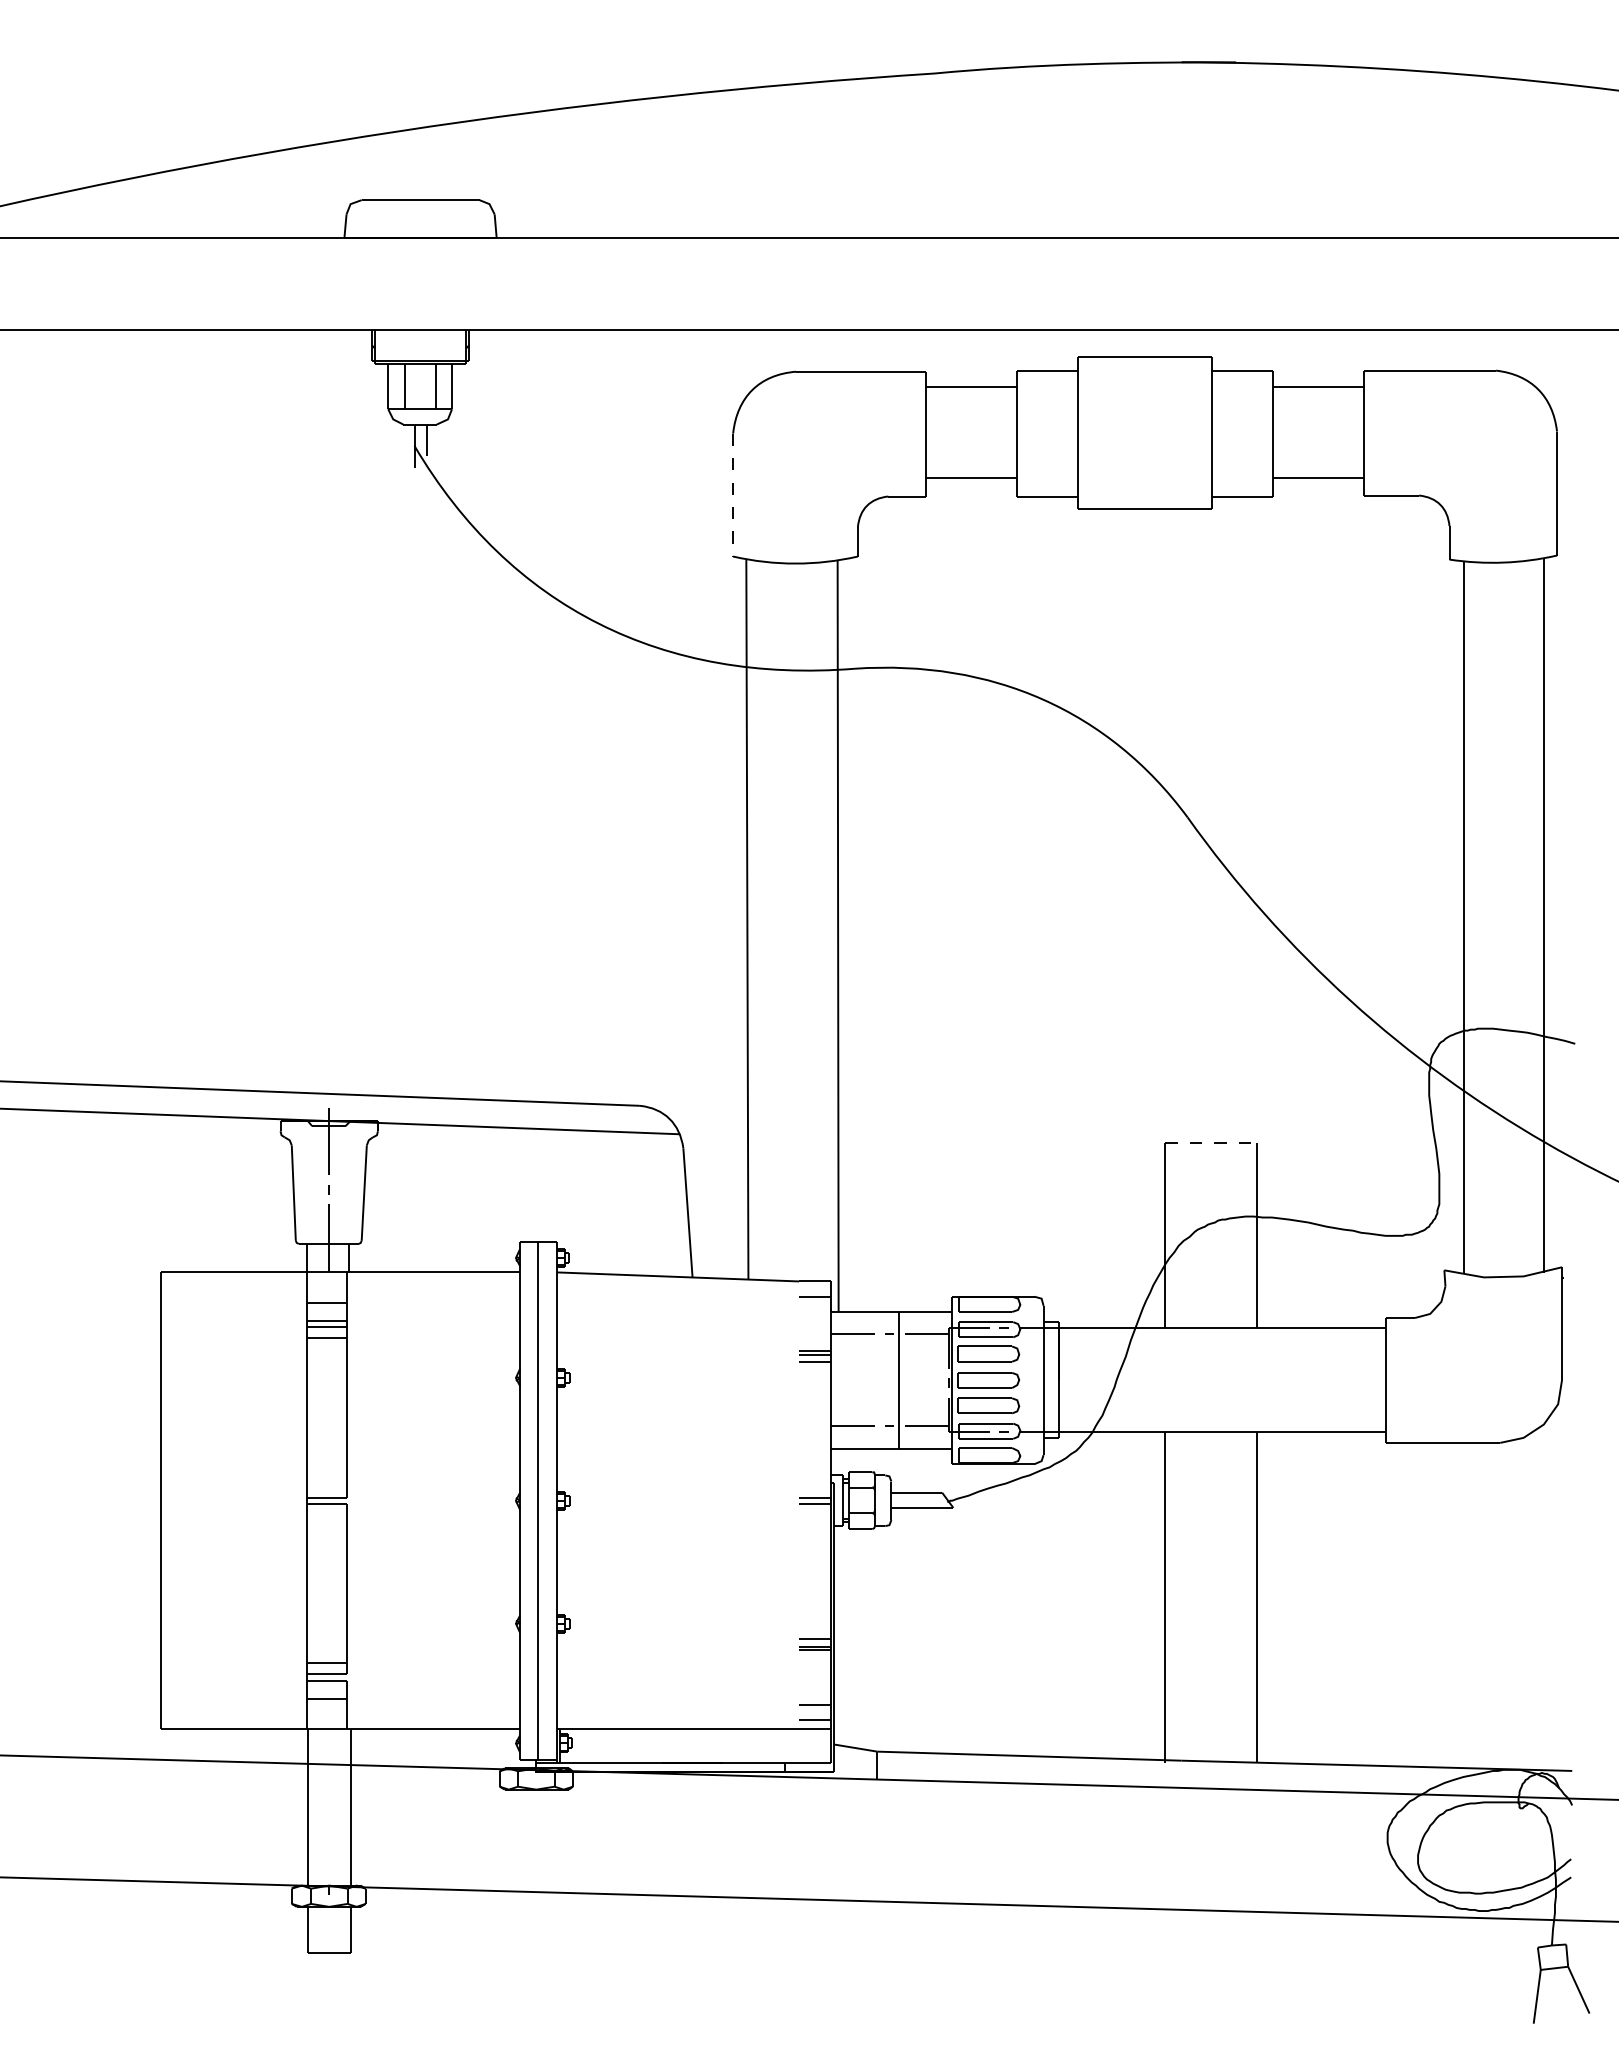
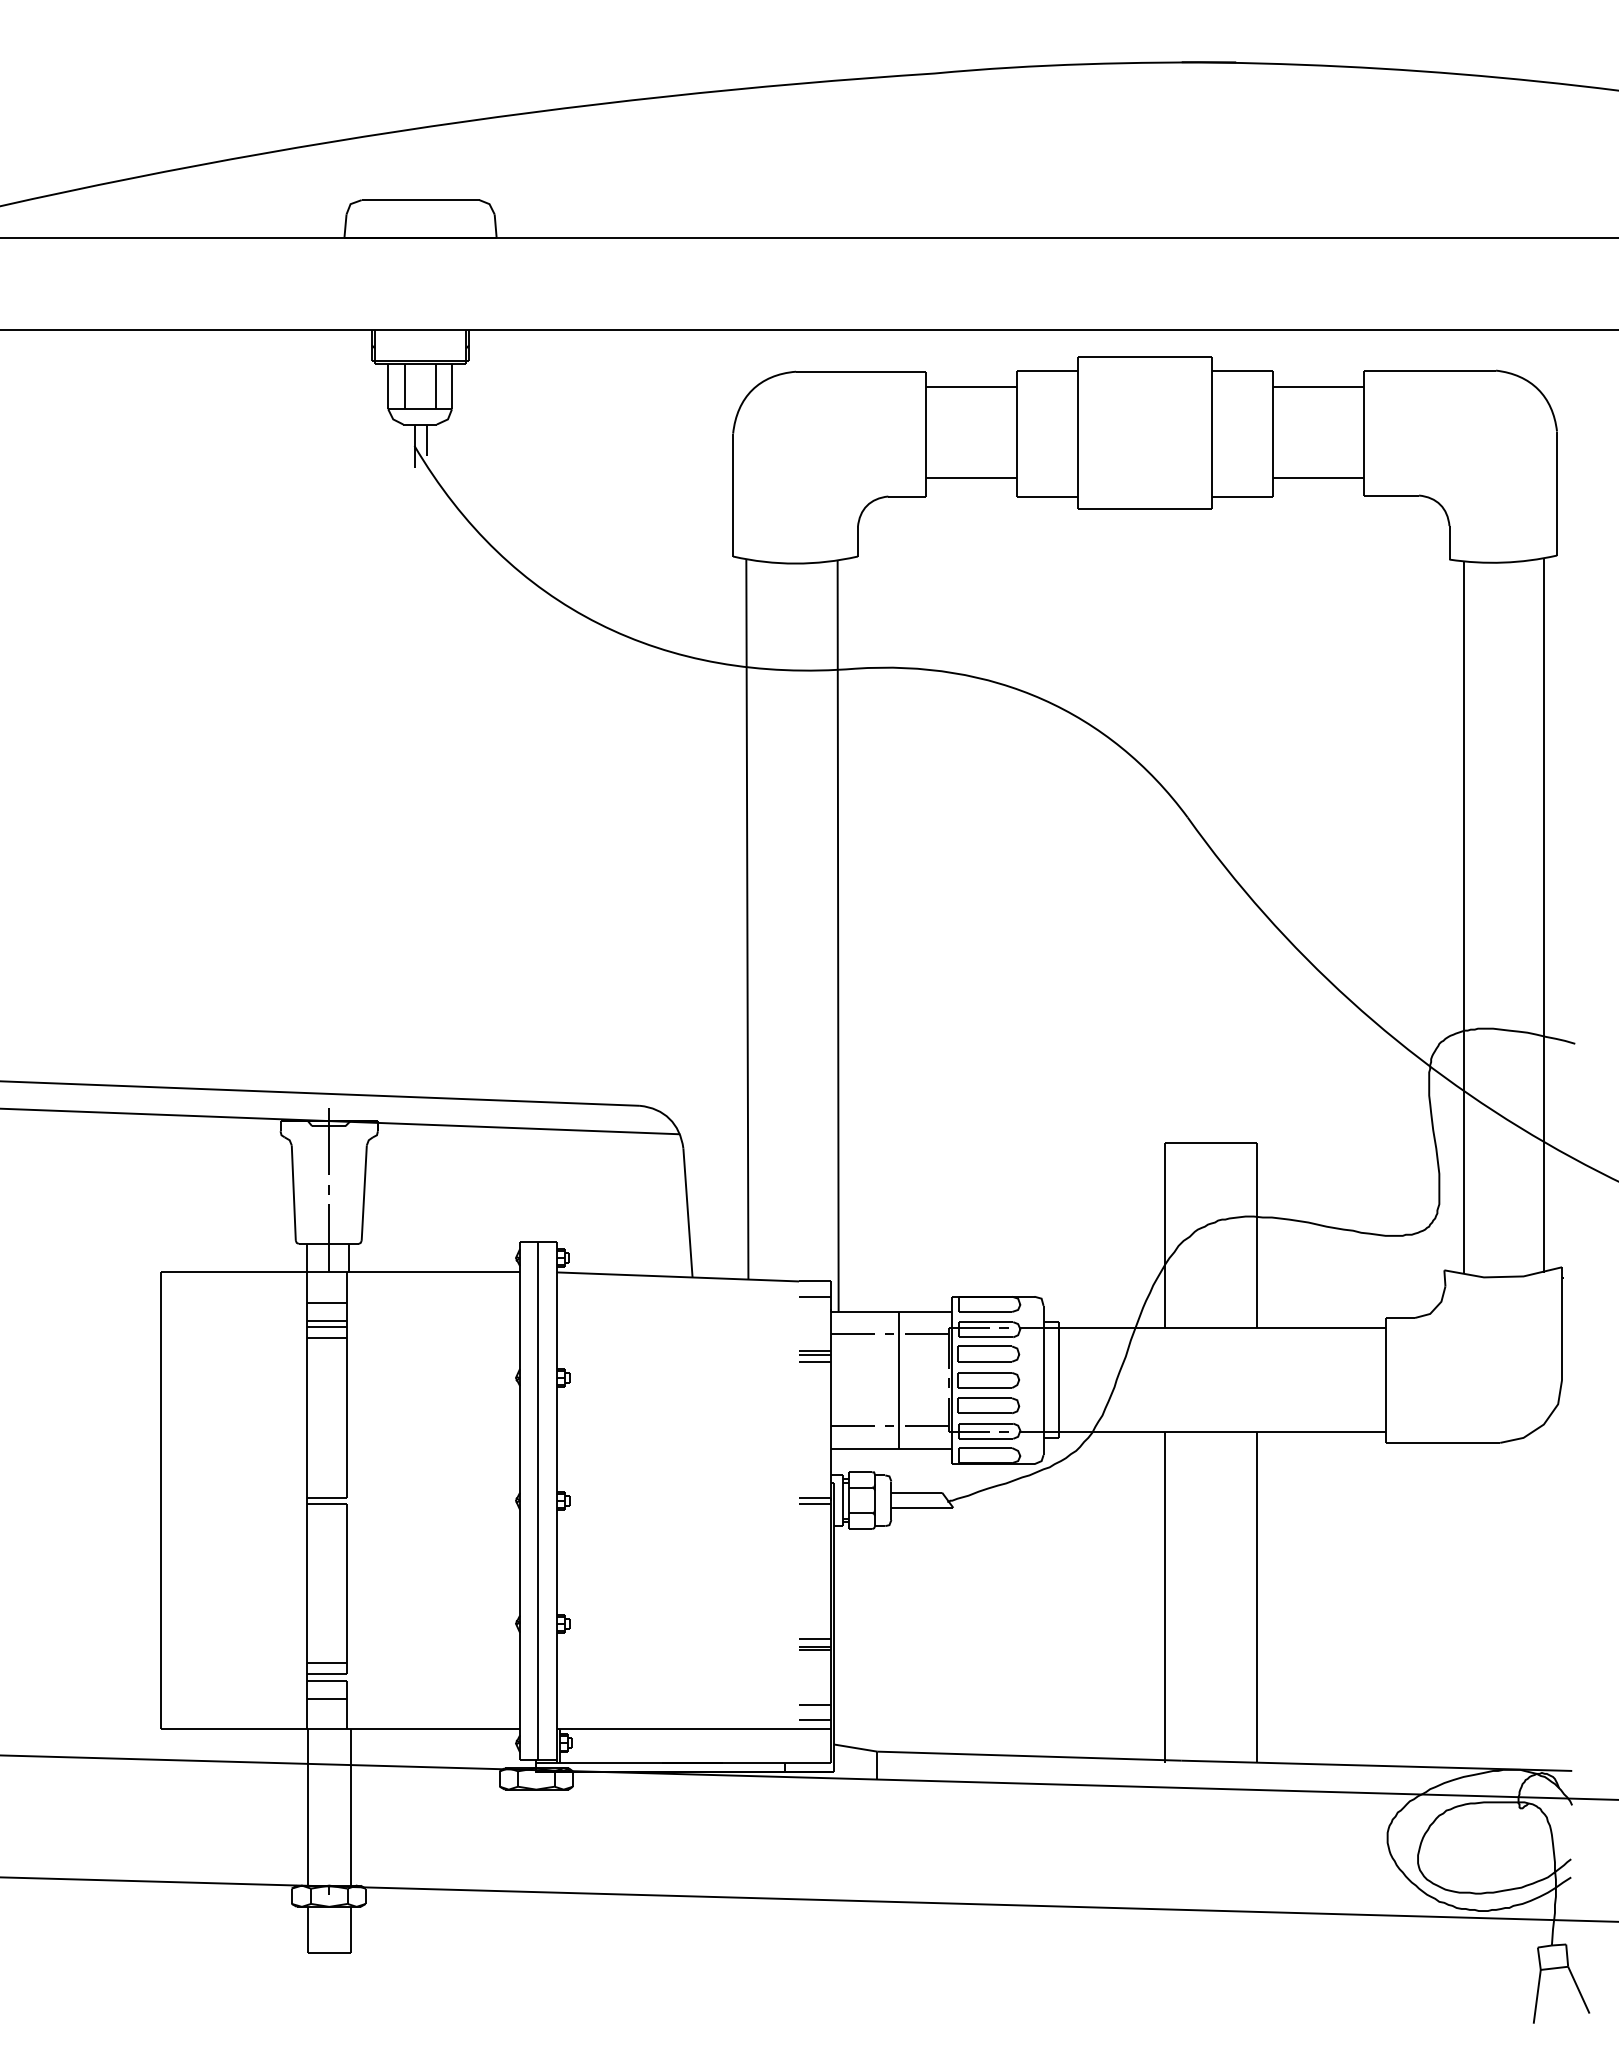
line at (733, 495): dashed -> solid
line at (1211, 1143): dashed -> solid
